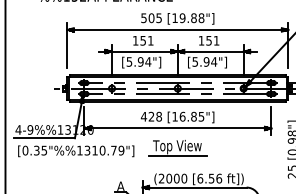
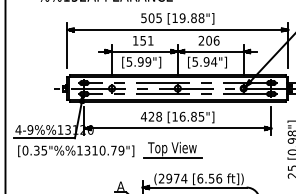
text at (208, 40): 151 -> 206
text at (148, 61): [5.94"] -> [5.99"]
part at (177, 148) position: (177, 148) -> (172, 150)
text at (176, 178): (2000 -> (2974
